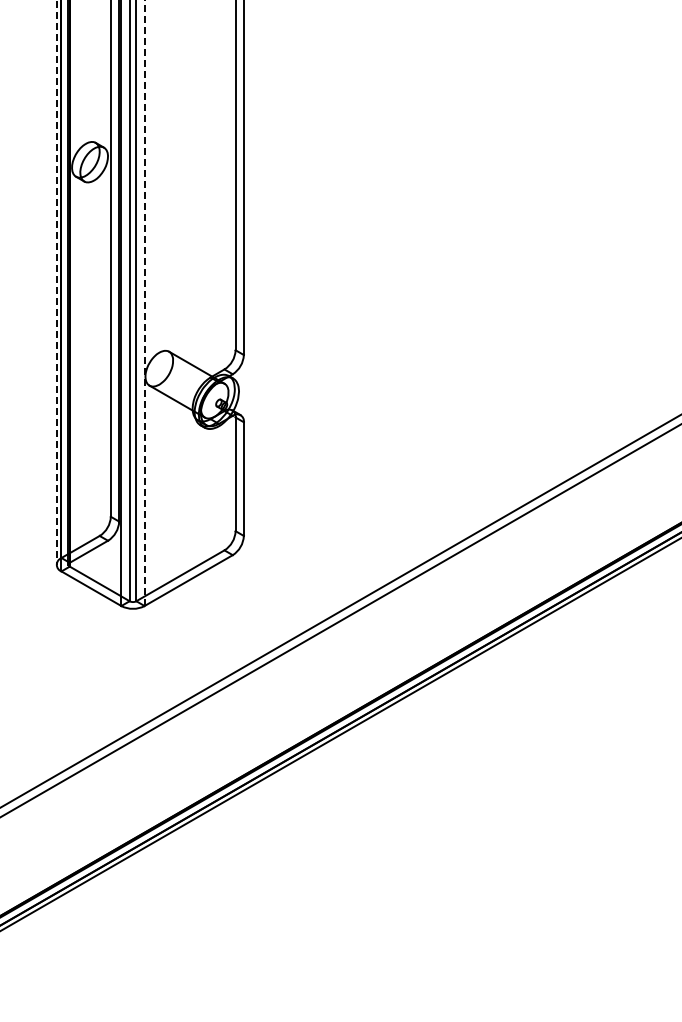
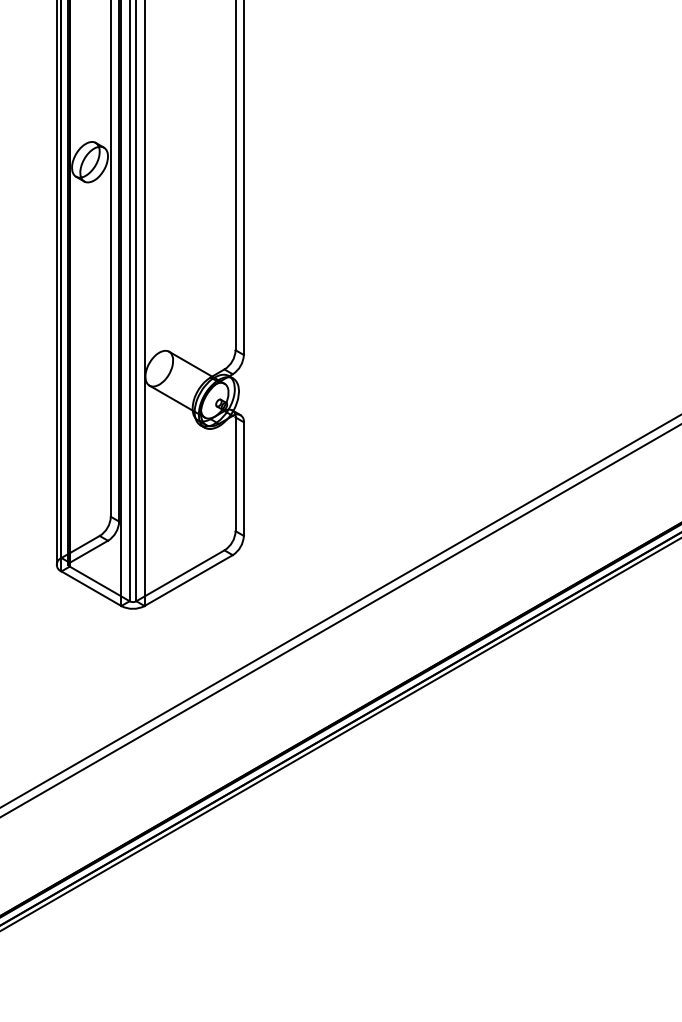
line at (56, 282): dashed -> solid
line at (144, 303): dashed -> solid
